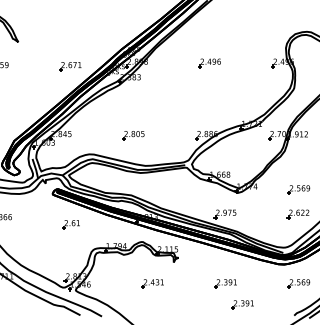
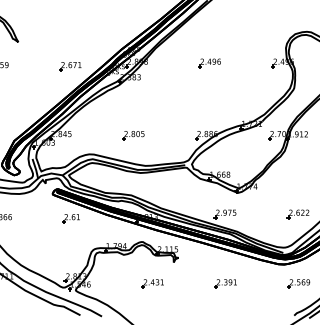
part at (298, 189): present -> none
part at (70, 224) position: (70, 224) -> (70, 218)
part at (242, 304): present -> none
